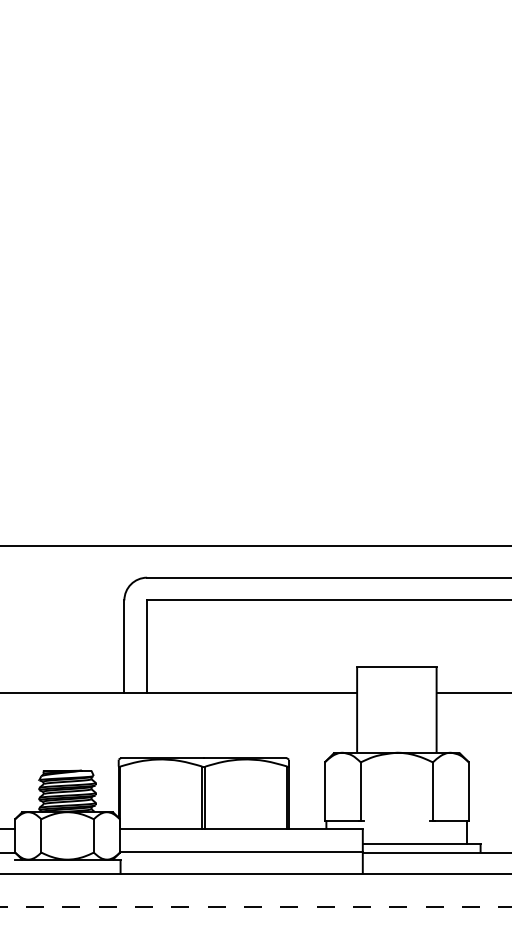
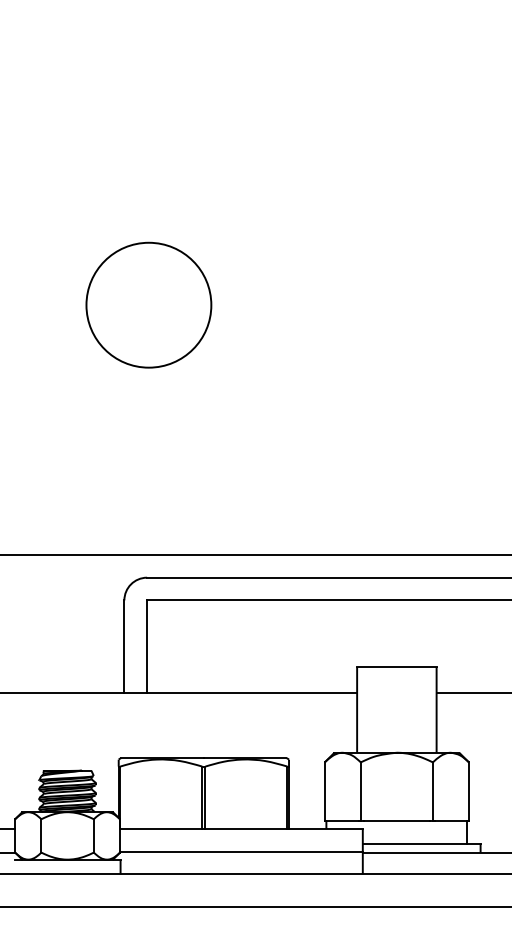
circle at (148, 304): none -> present
line at (255, 546) position: (255, 546) -> (255, 555)
line at (396, 820): none -> present
line at (255, 906): dashed -> solid
